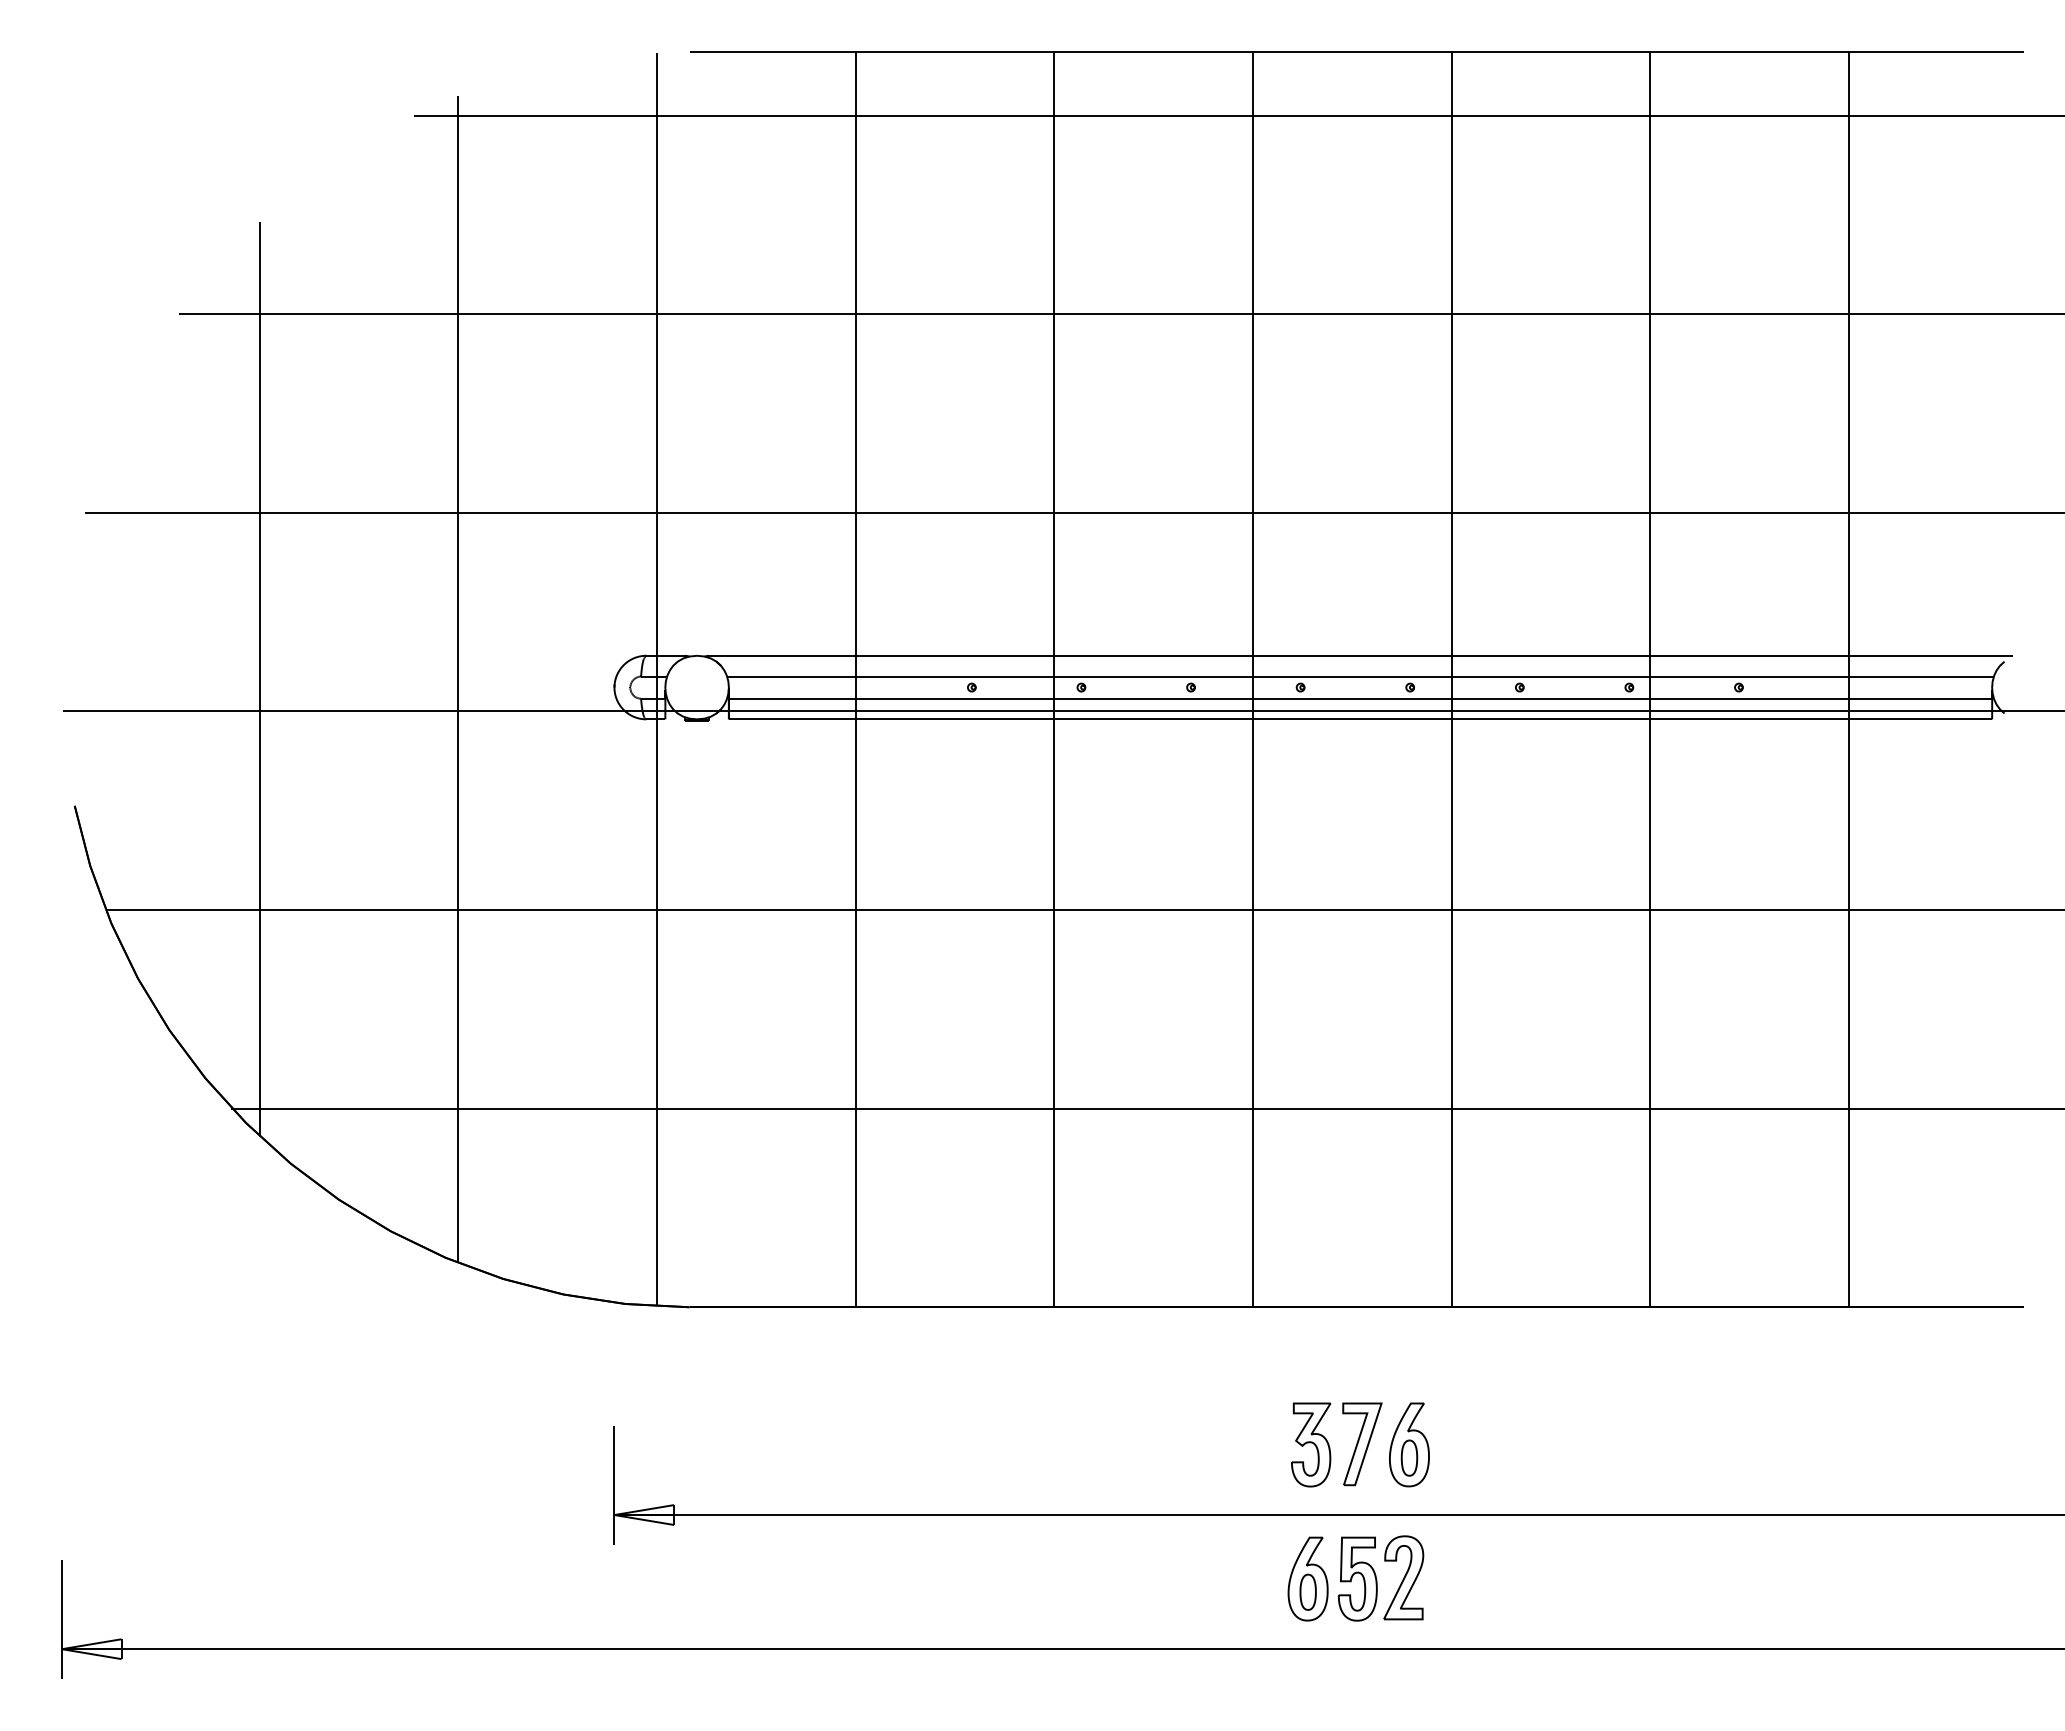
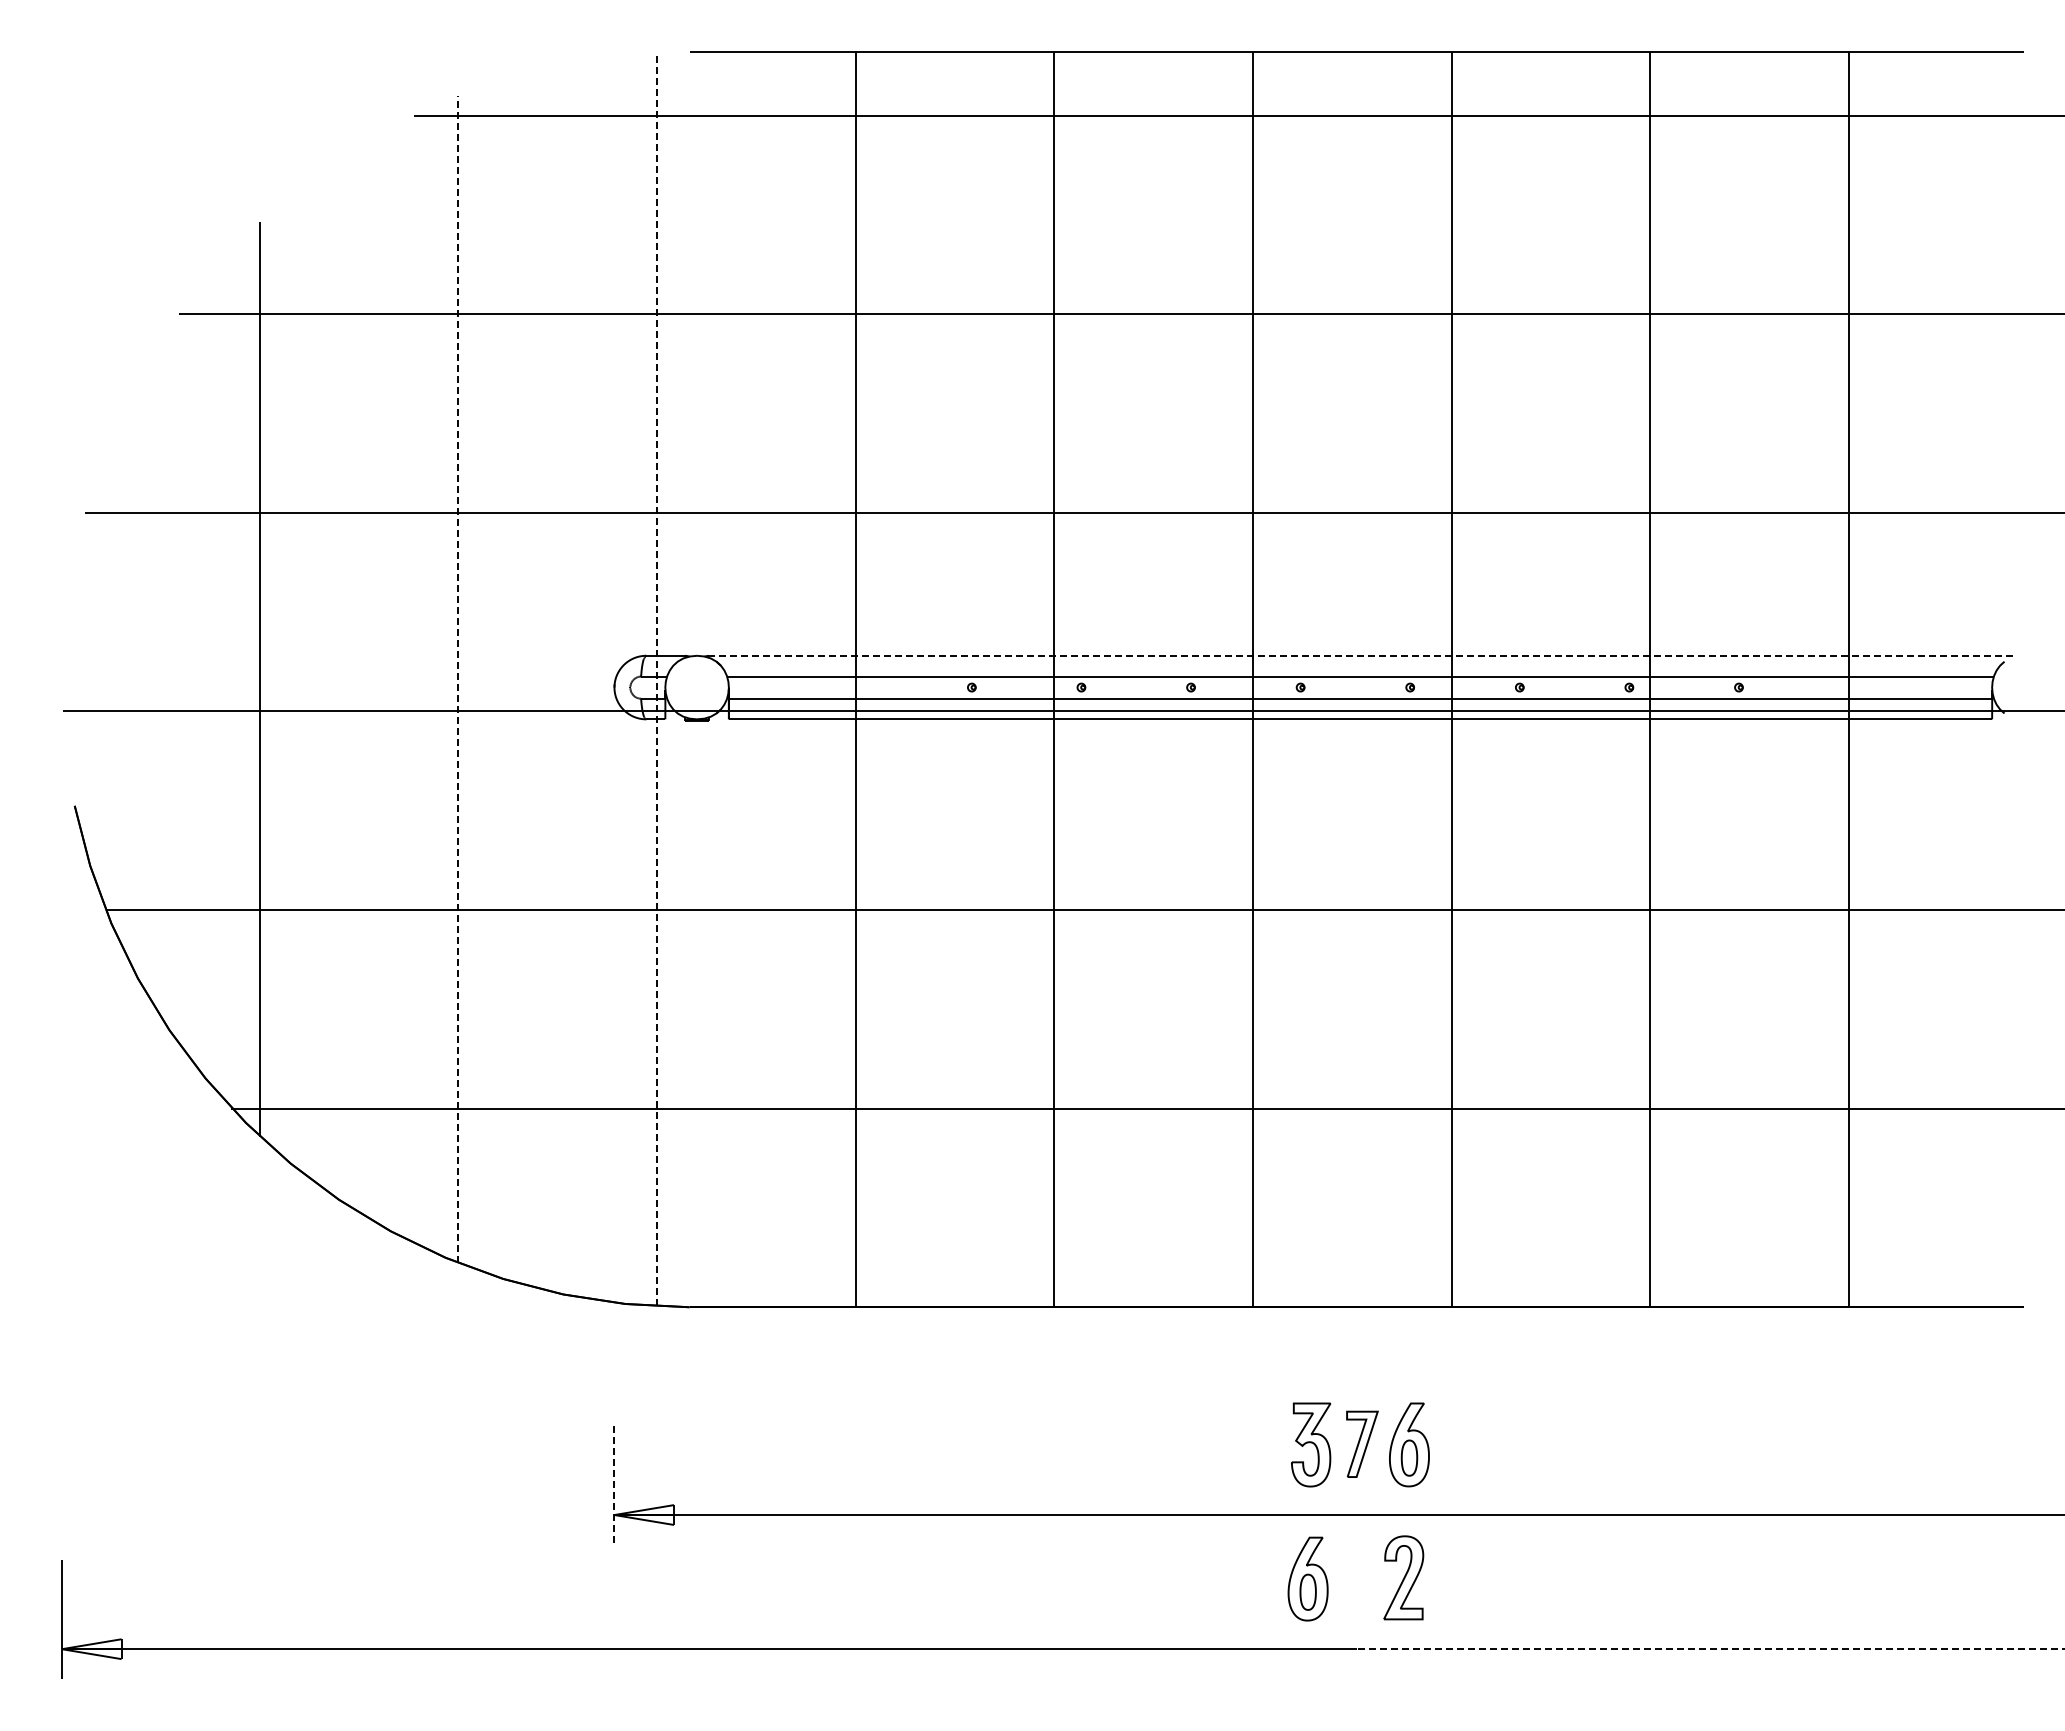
line at (1360, 655): solid -> dashed
line at (458, 679): solid -> dashed
line at (657, 679): solid -> dashed
part at (1362, 1444) size: 41x85 px -> 33x68 px
line at (614, 1485): solid -> dashed
part at (1357, 1578): present -> none
line at (1710, 1649): solid -> dashed
